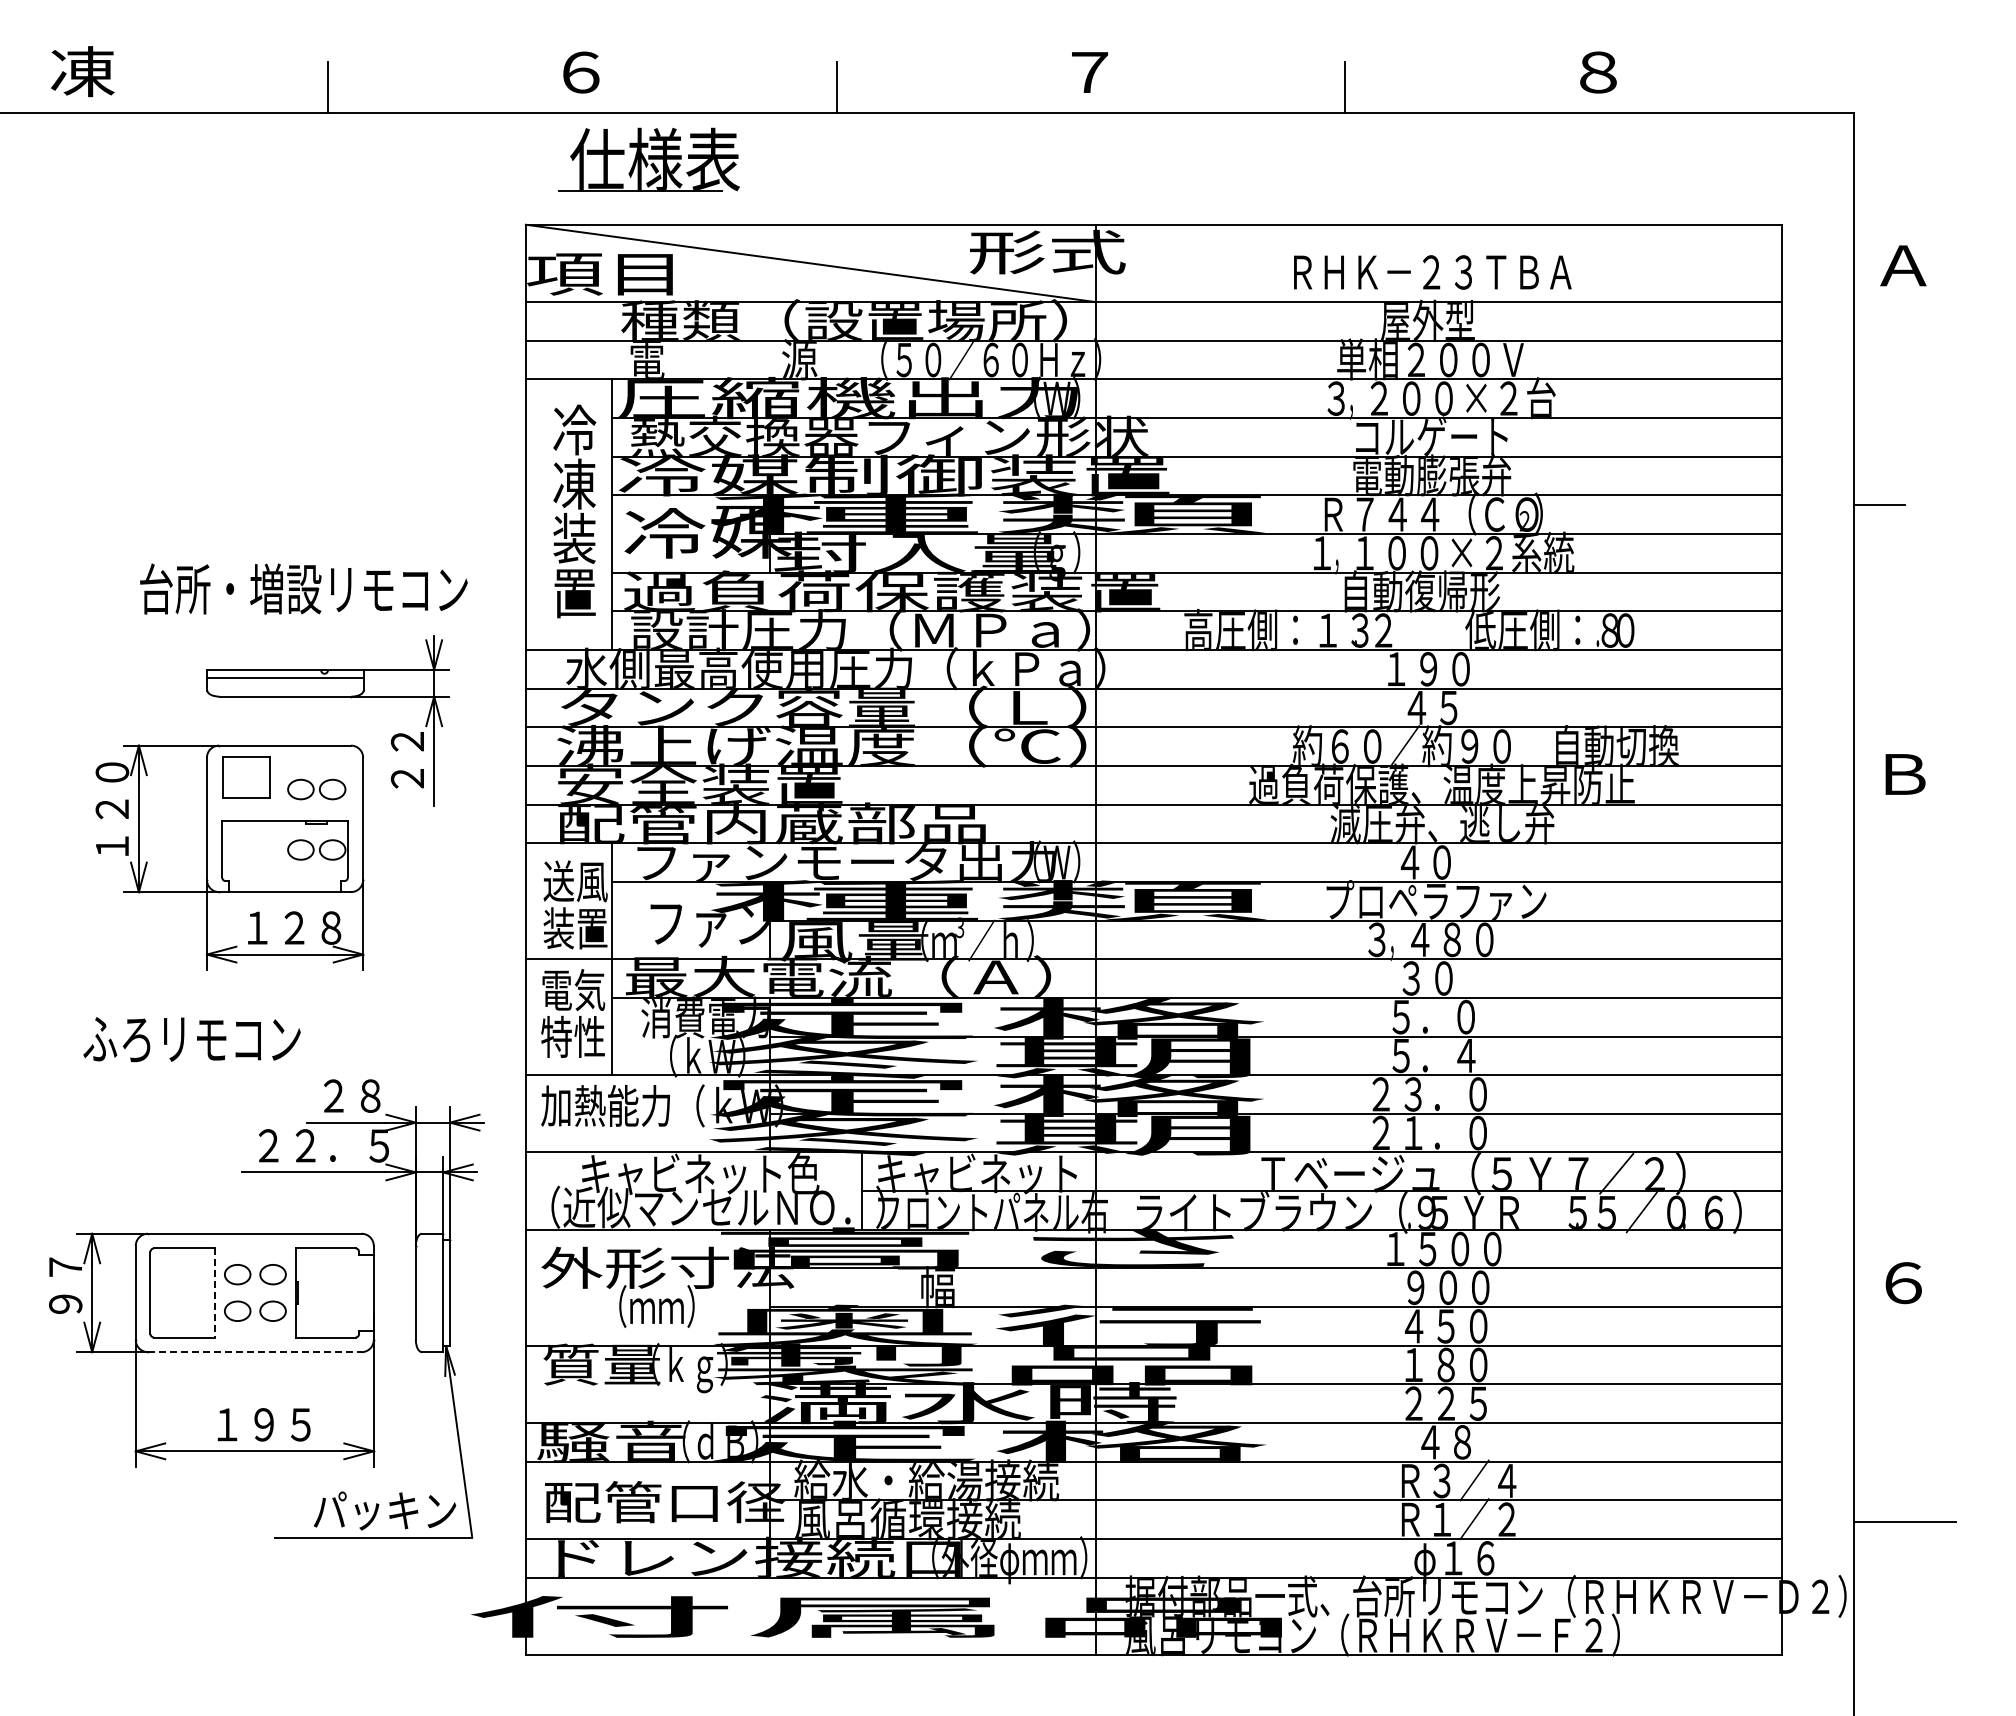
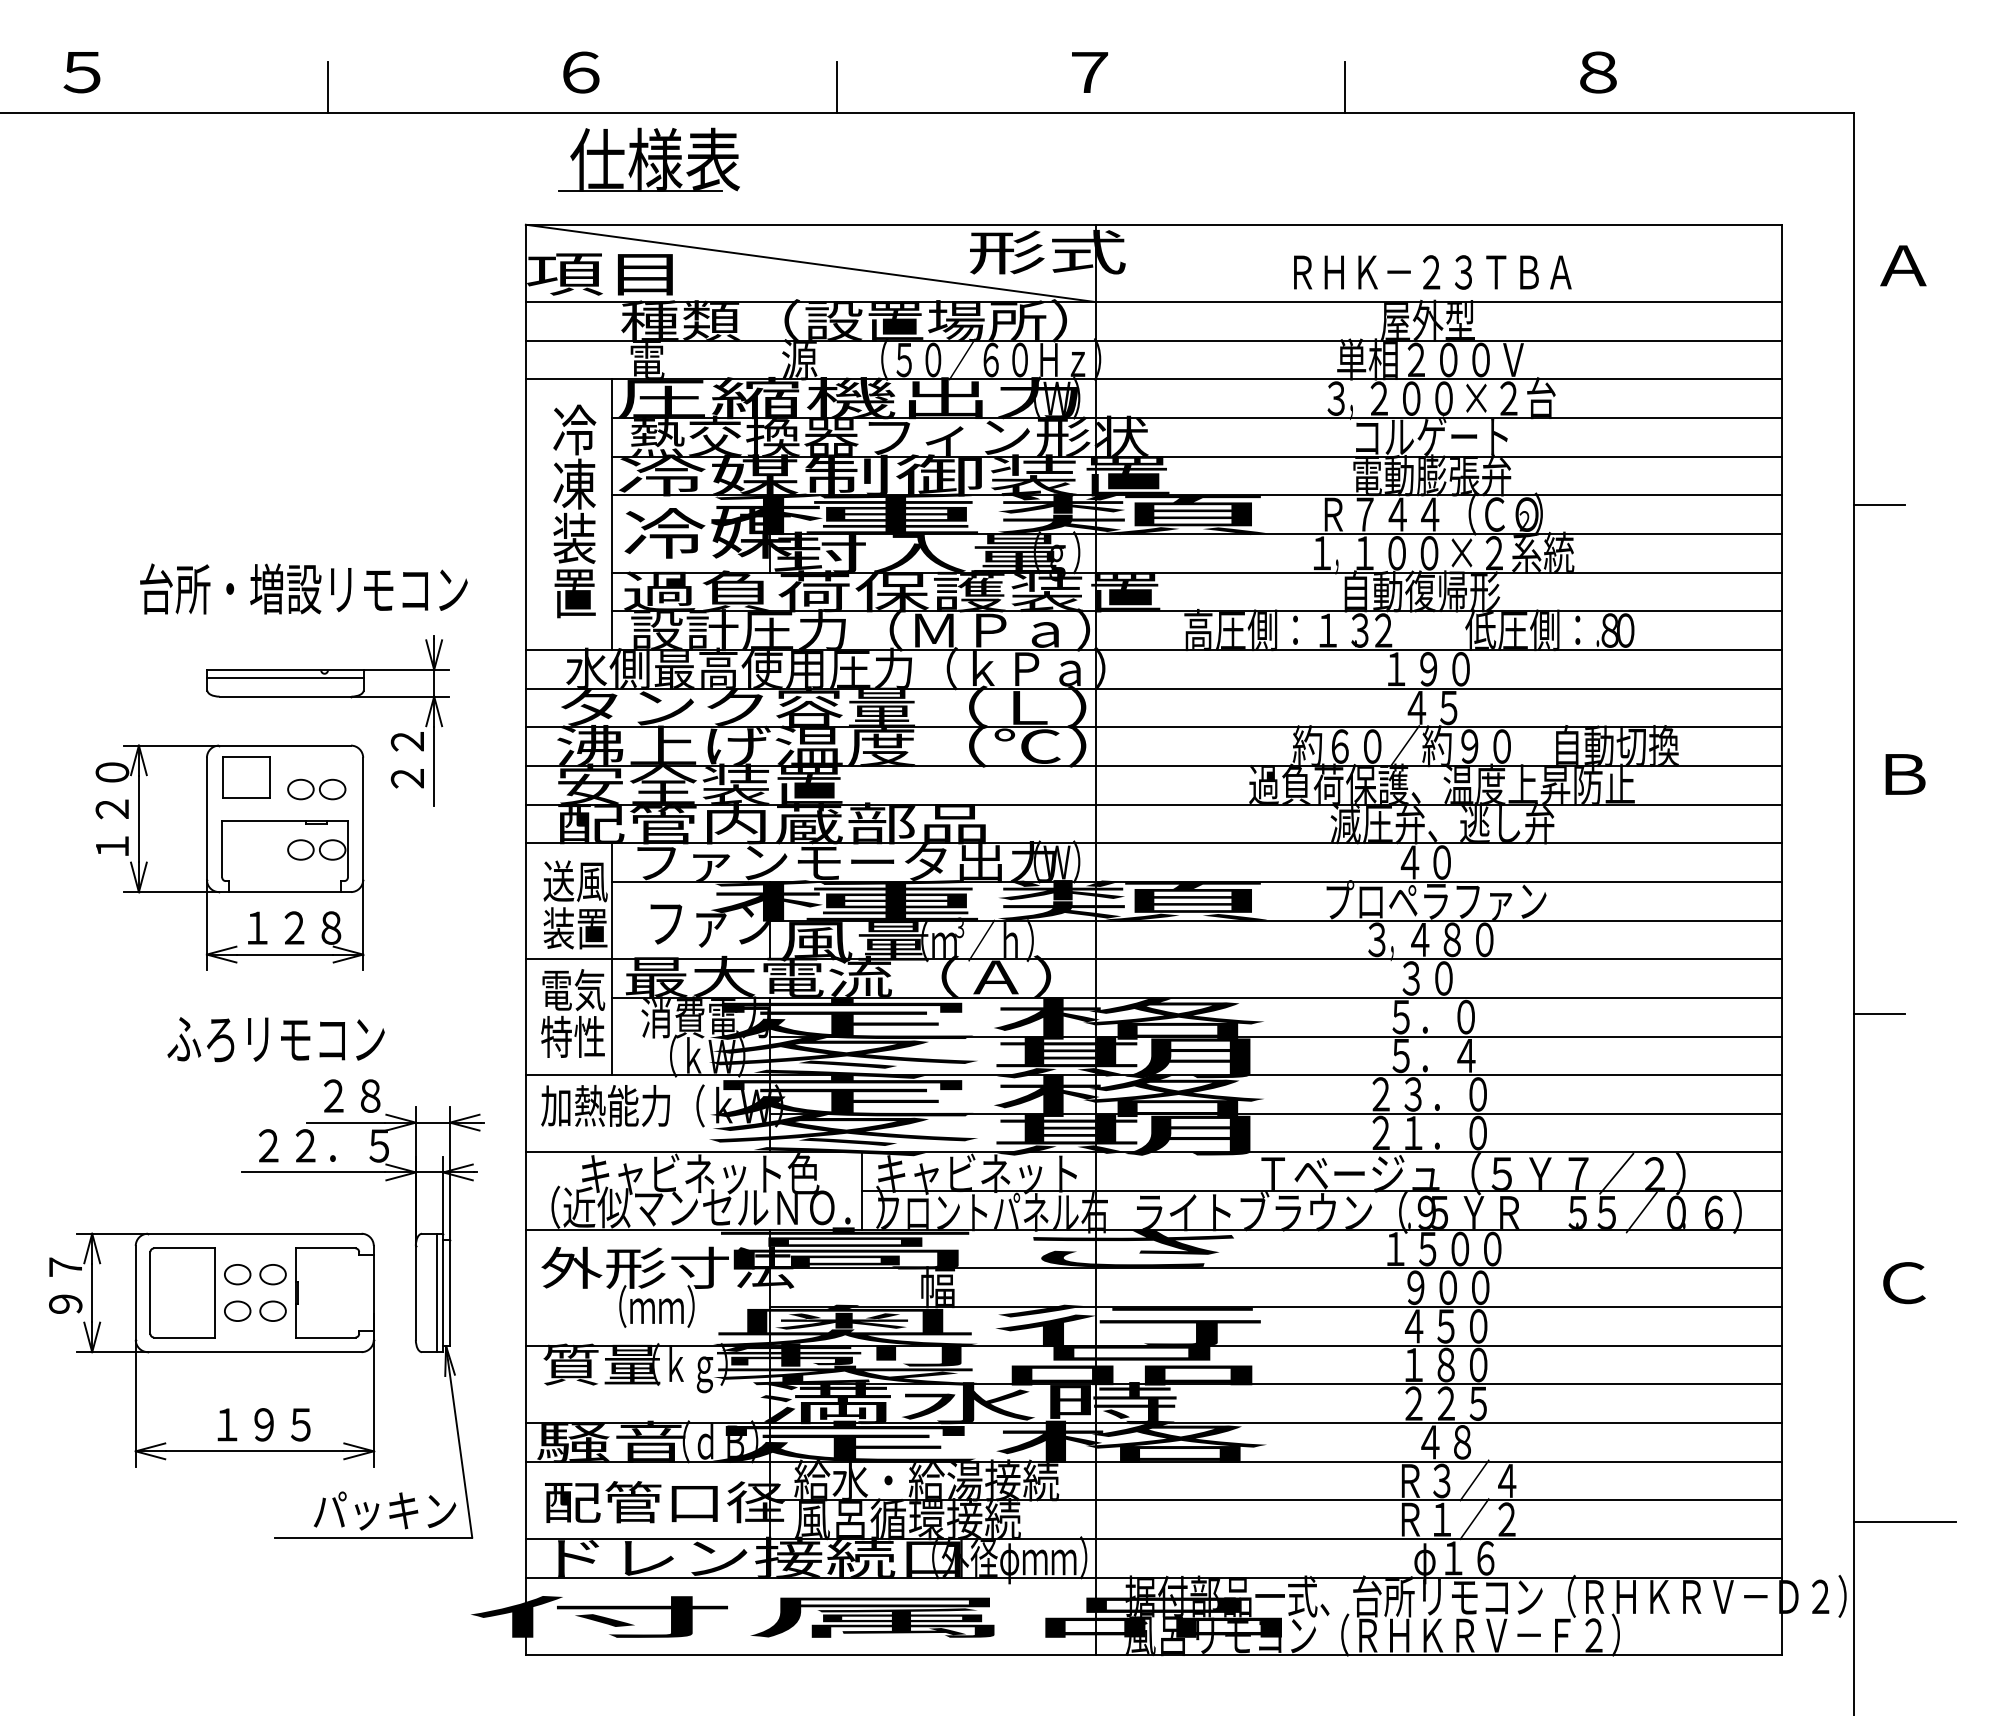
text at (82, 71): 凍 -> ５
line at (1878, 1013): none -> present
text at (191, 1039) position: (191, 1039) -> (275, 1039)
text at (1904, 1283): ６ -> Ｃ
line at (215, 1292): dashed -> solid
line at (436, 1292): none -> present
line at (254, 1352): dashed -> solid
